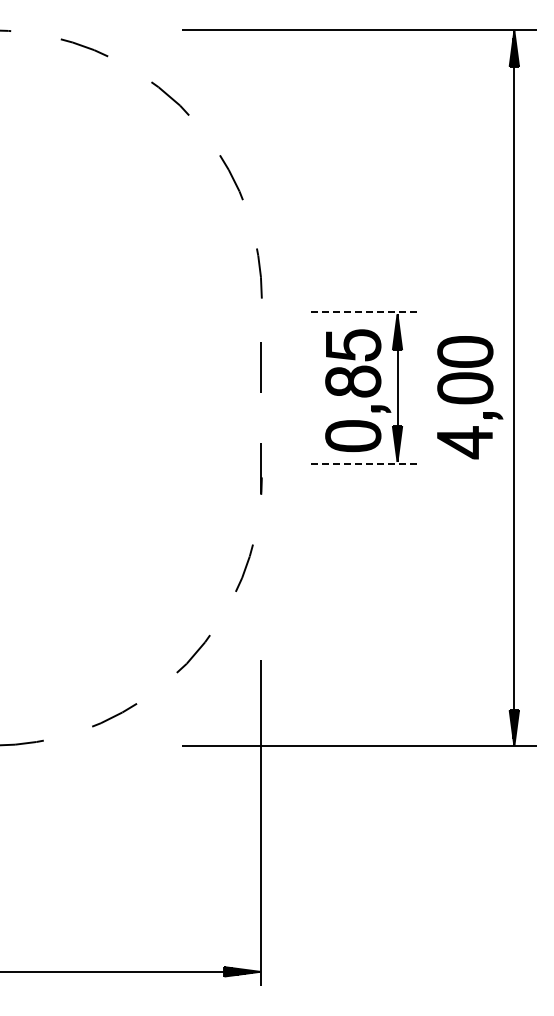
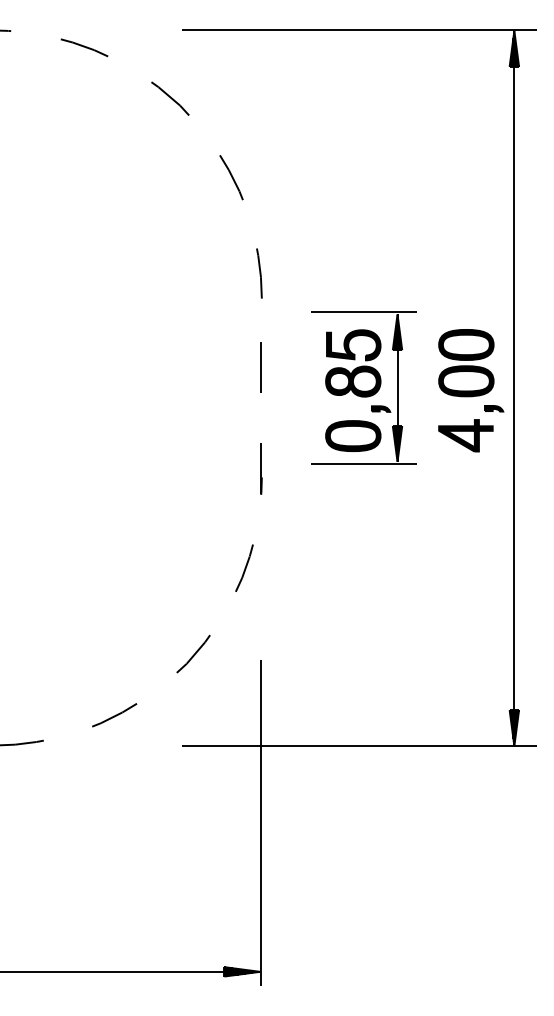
line at (363, 312): dashed -> solid
part at (470, 397) position: (470, 397) -> (471, 390)
line at (363, 464): dashed -> solid
